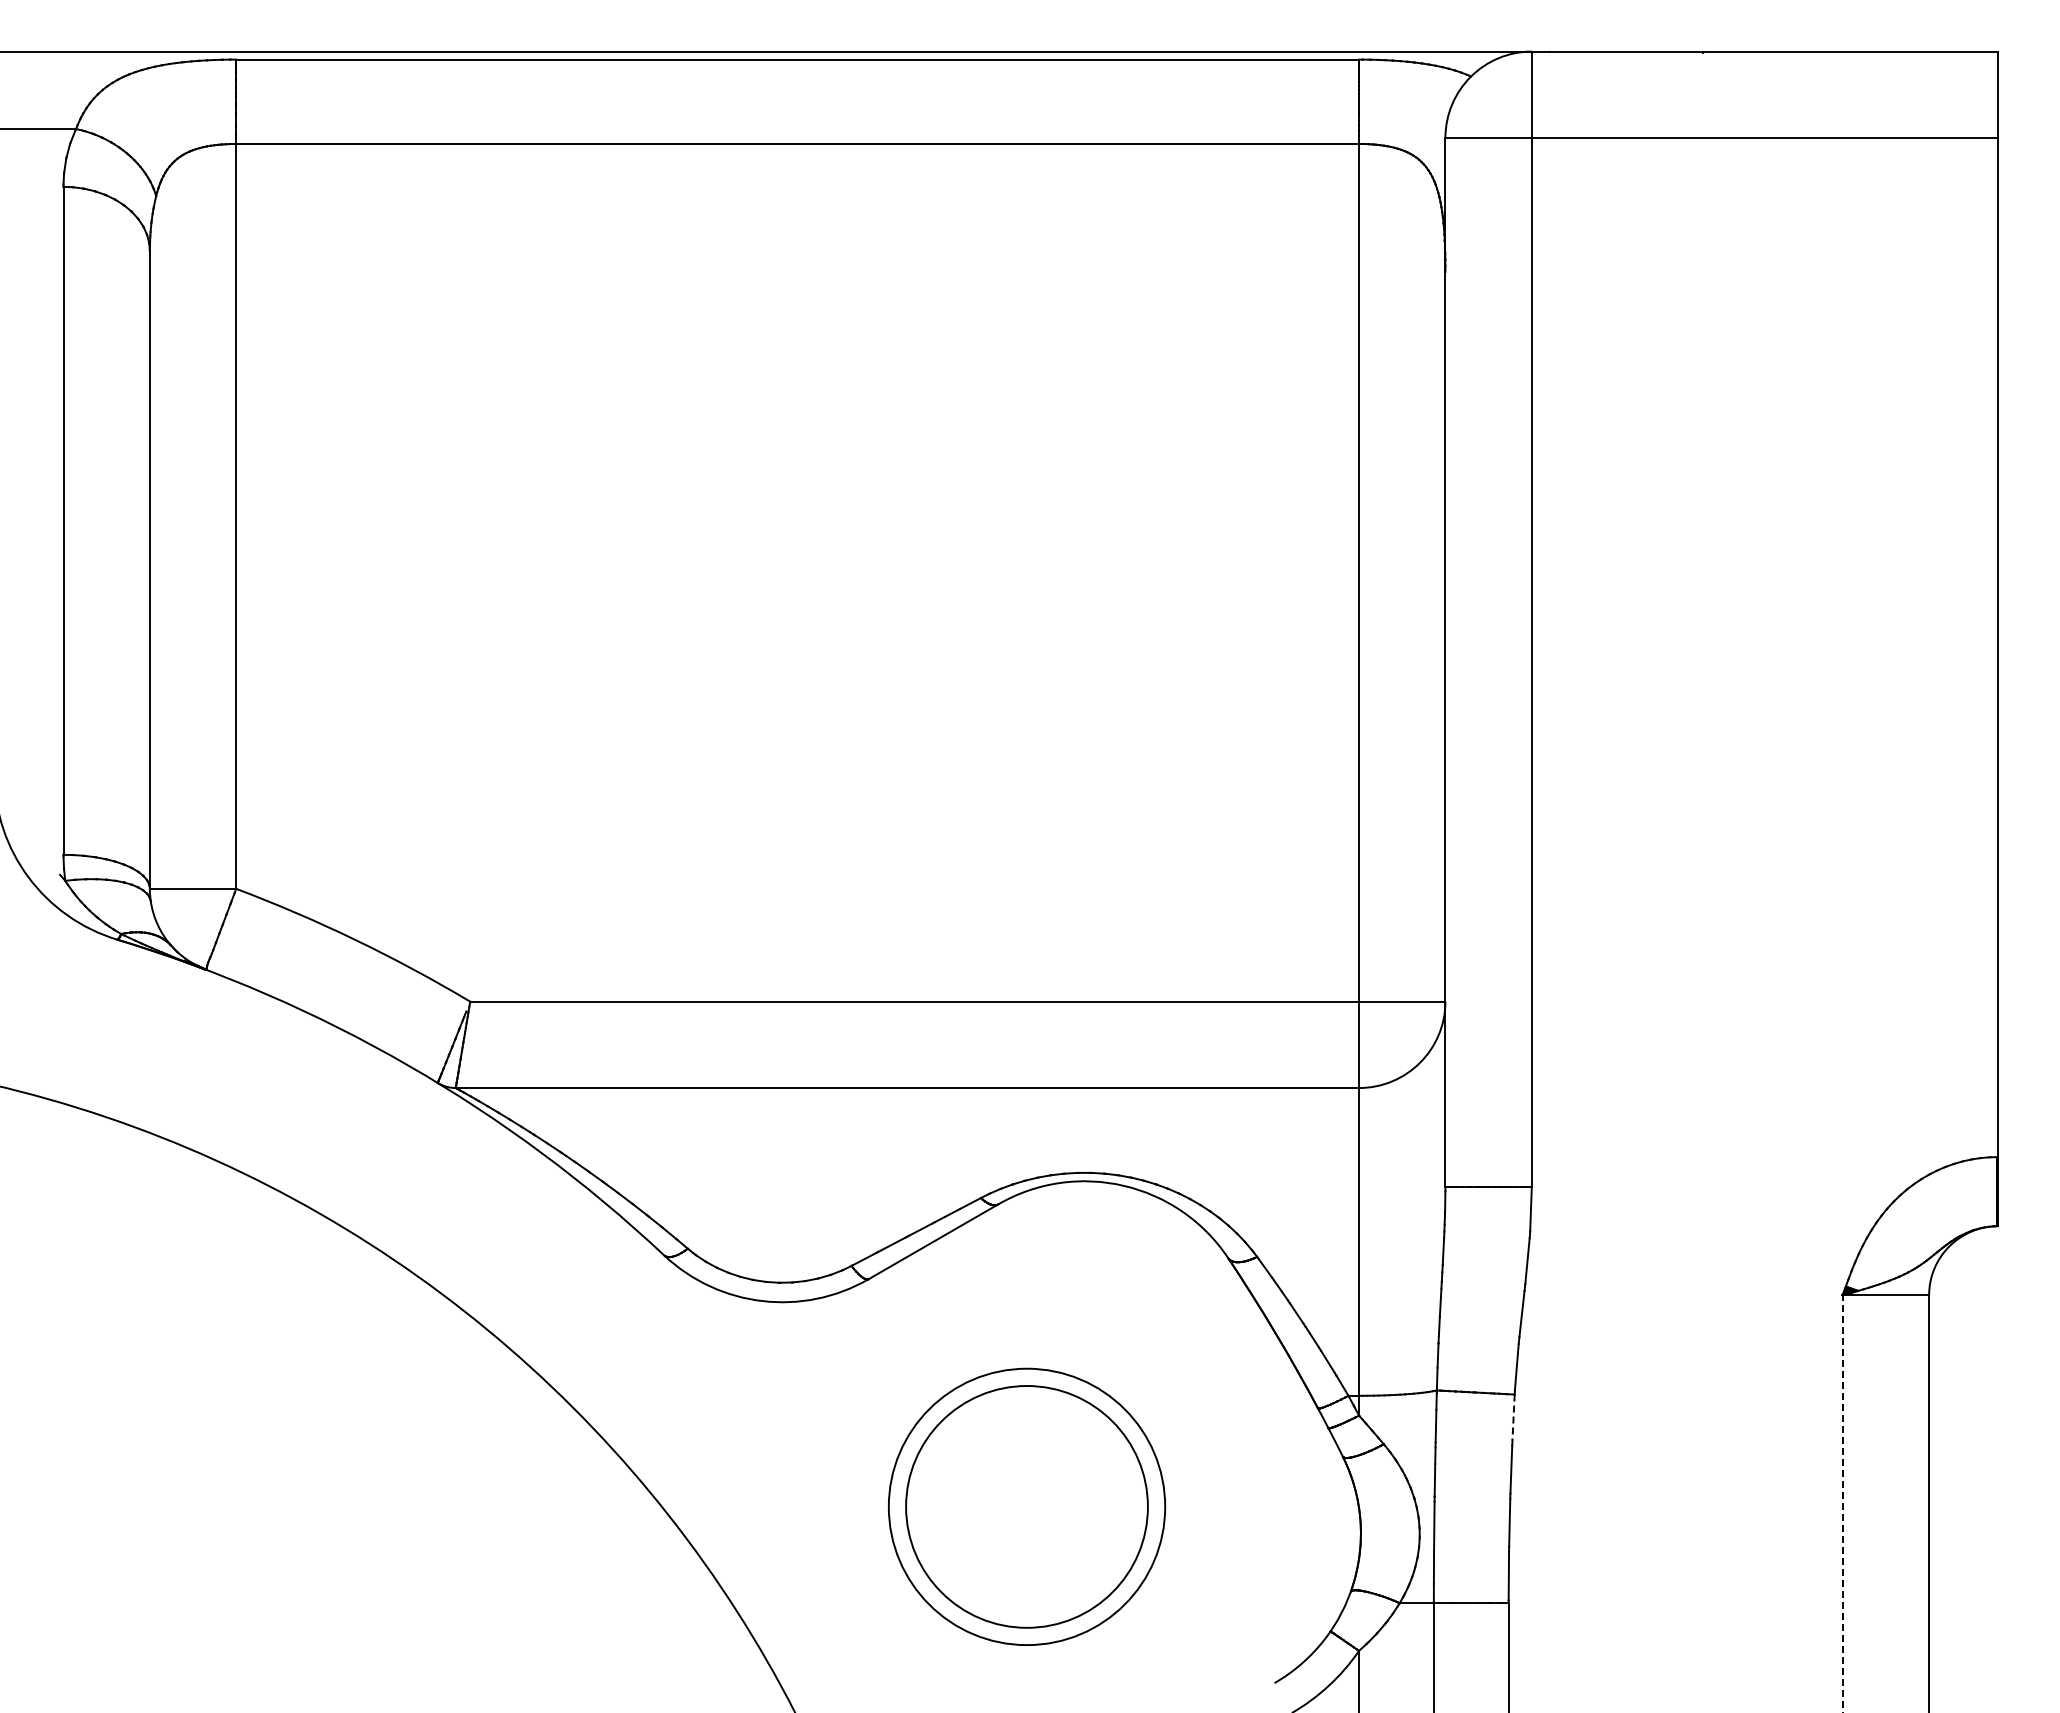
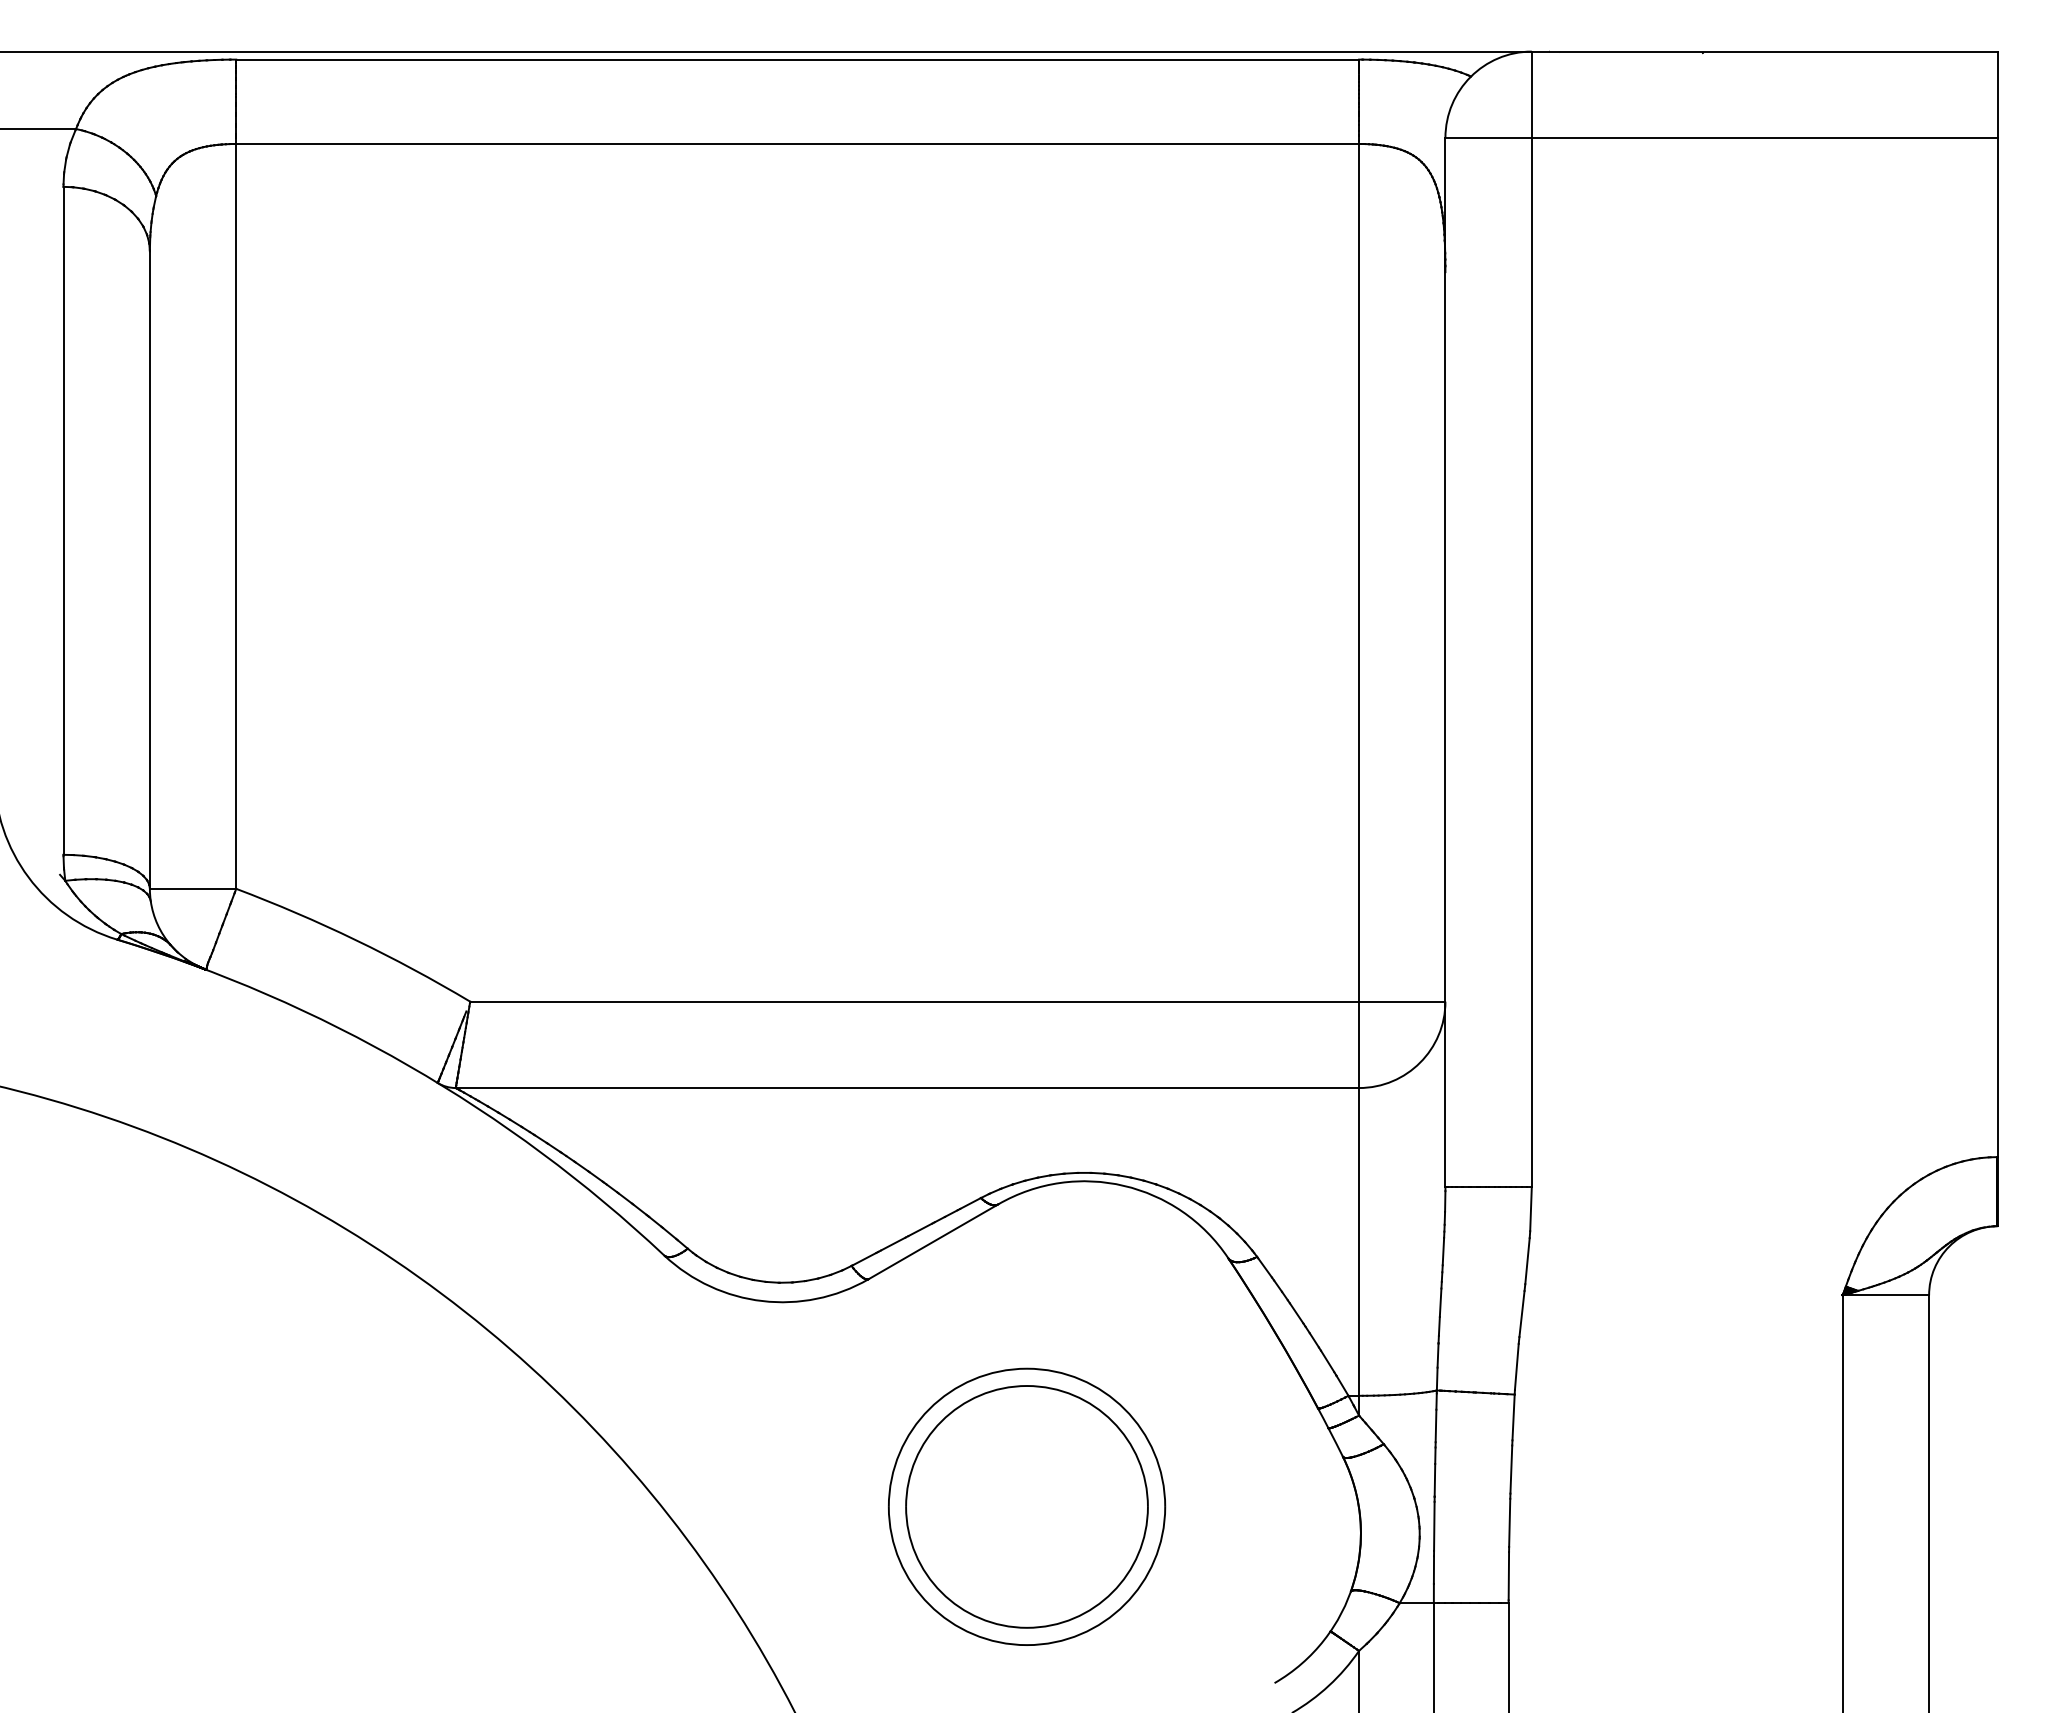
line at (1513, 1417): dashed -> solid
line at (1842, 1503): dashed -> solid
